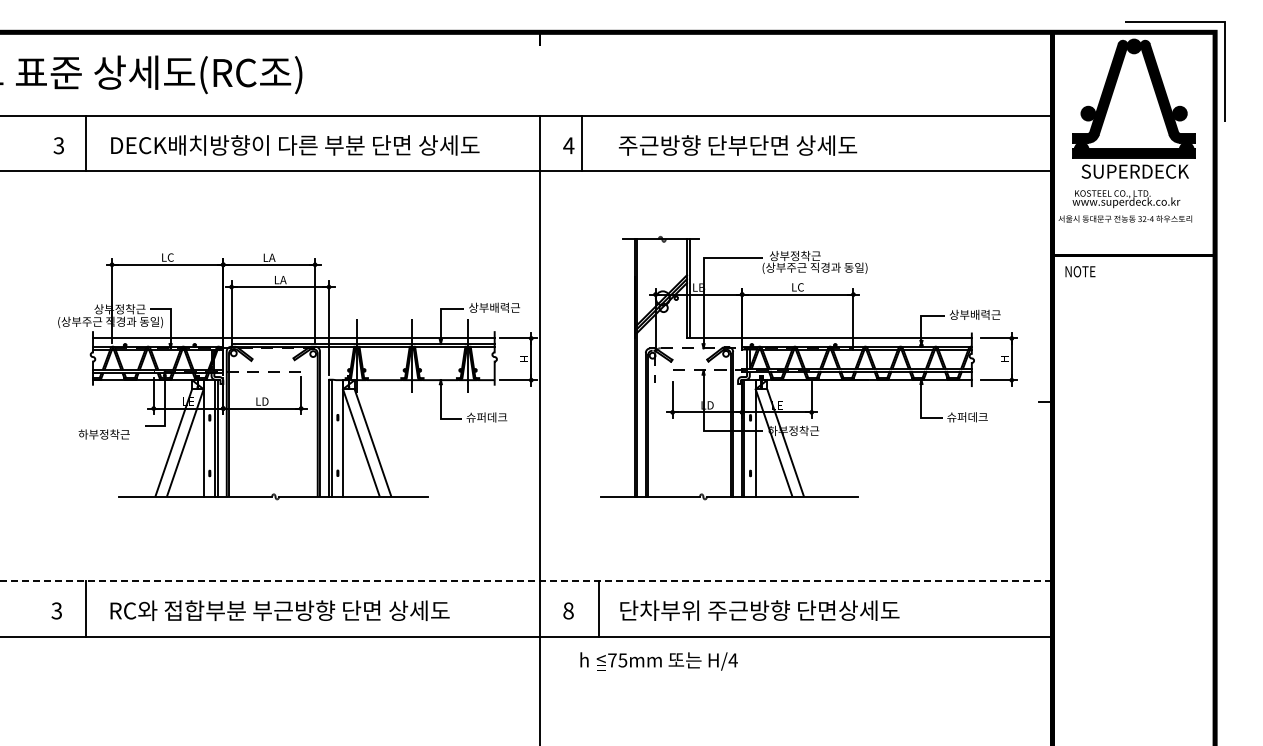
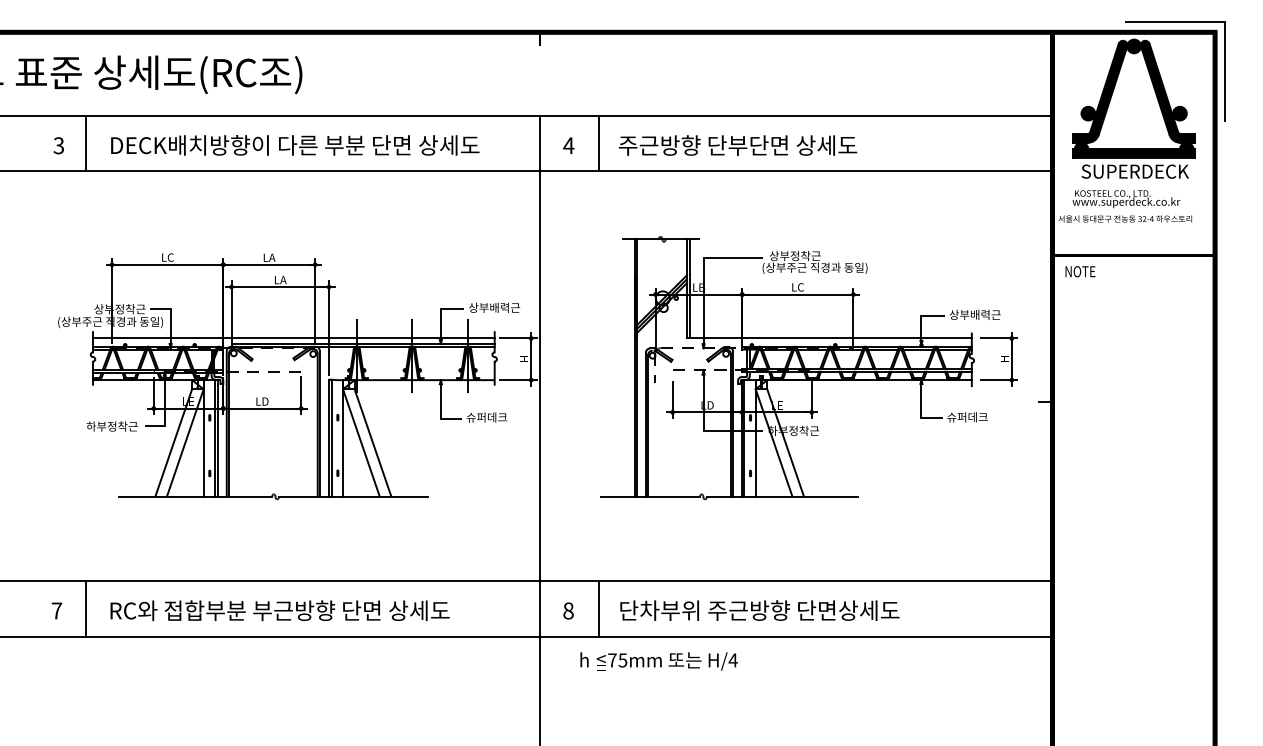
line at (581, 143) position: (581, 143) -> (598, 143)
text at (103, 434) position: (103, 434) -> (111, 426)
line at (526, 581): dashed -> solid
text at (56, 610): 3 -> 7
